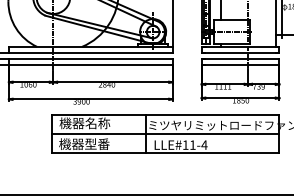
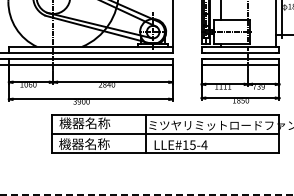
text at (97, 143): 機器型番 -> 機器名称
text at (192, 144): LLE#11-4 -> LLE#15-4
line at (146, 194): solid -> dashed
